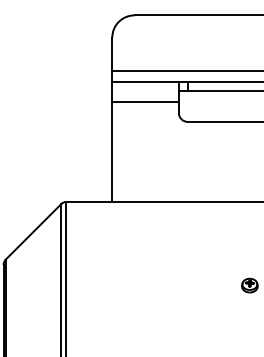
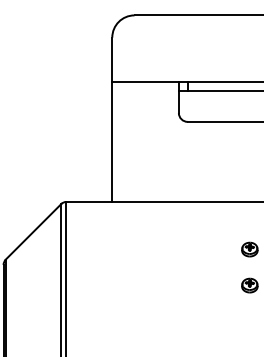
line at (186, 70): present -> none
line at (145, 101): present -> none
part at (249, 249): none -> present
